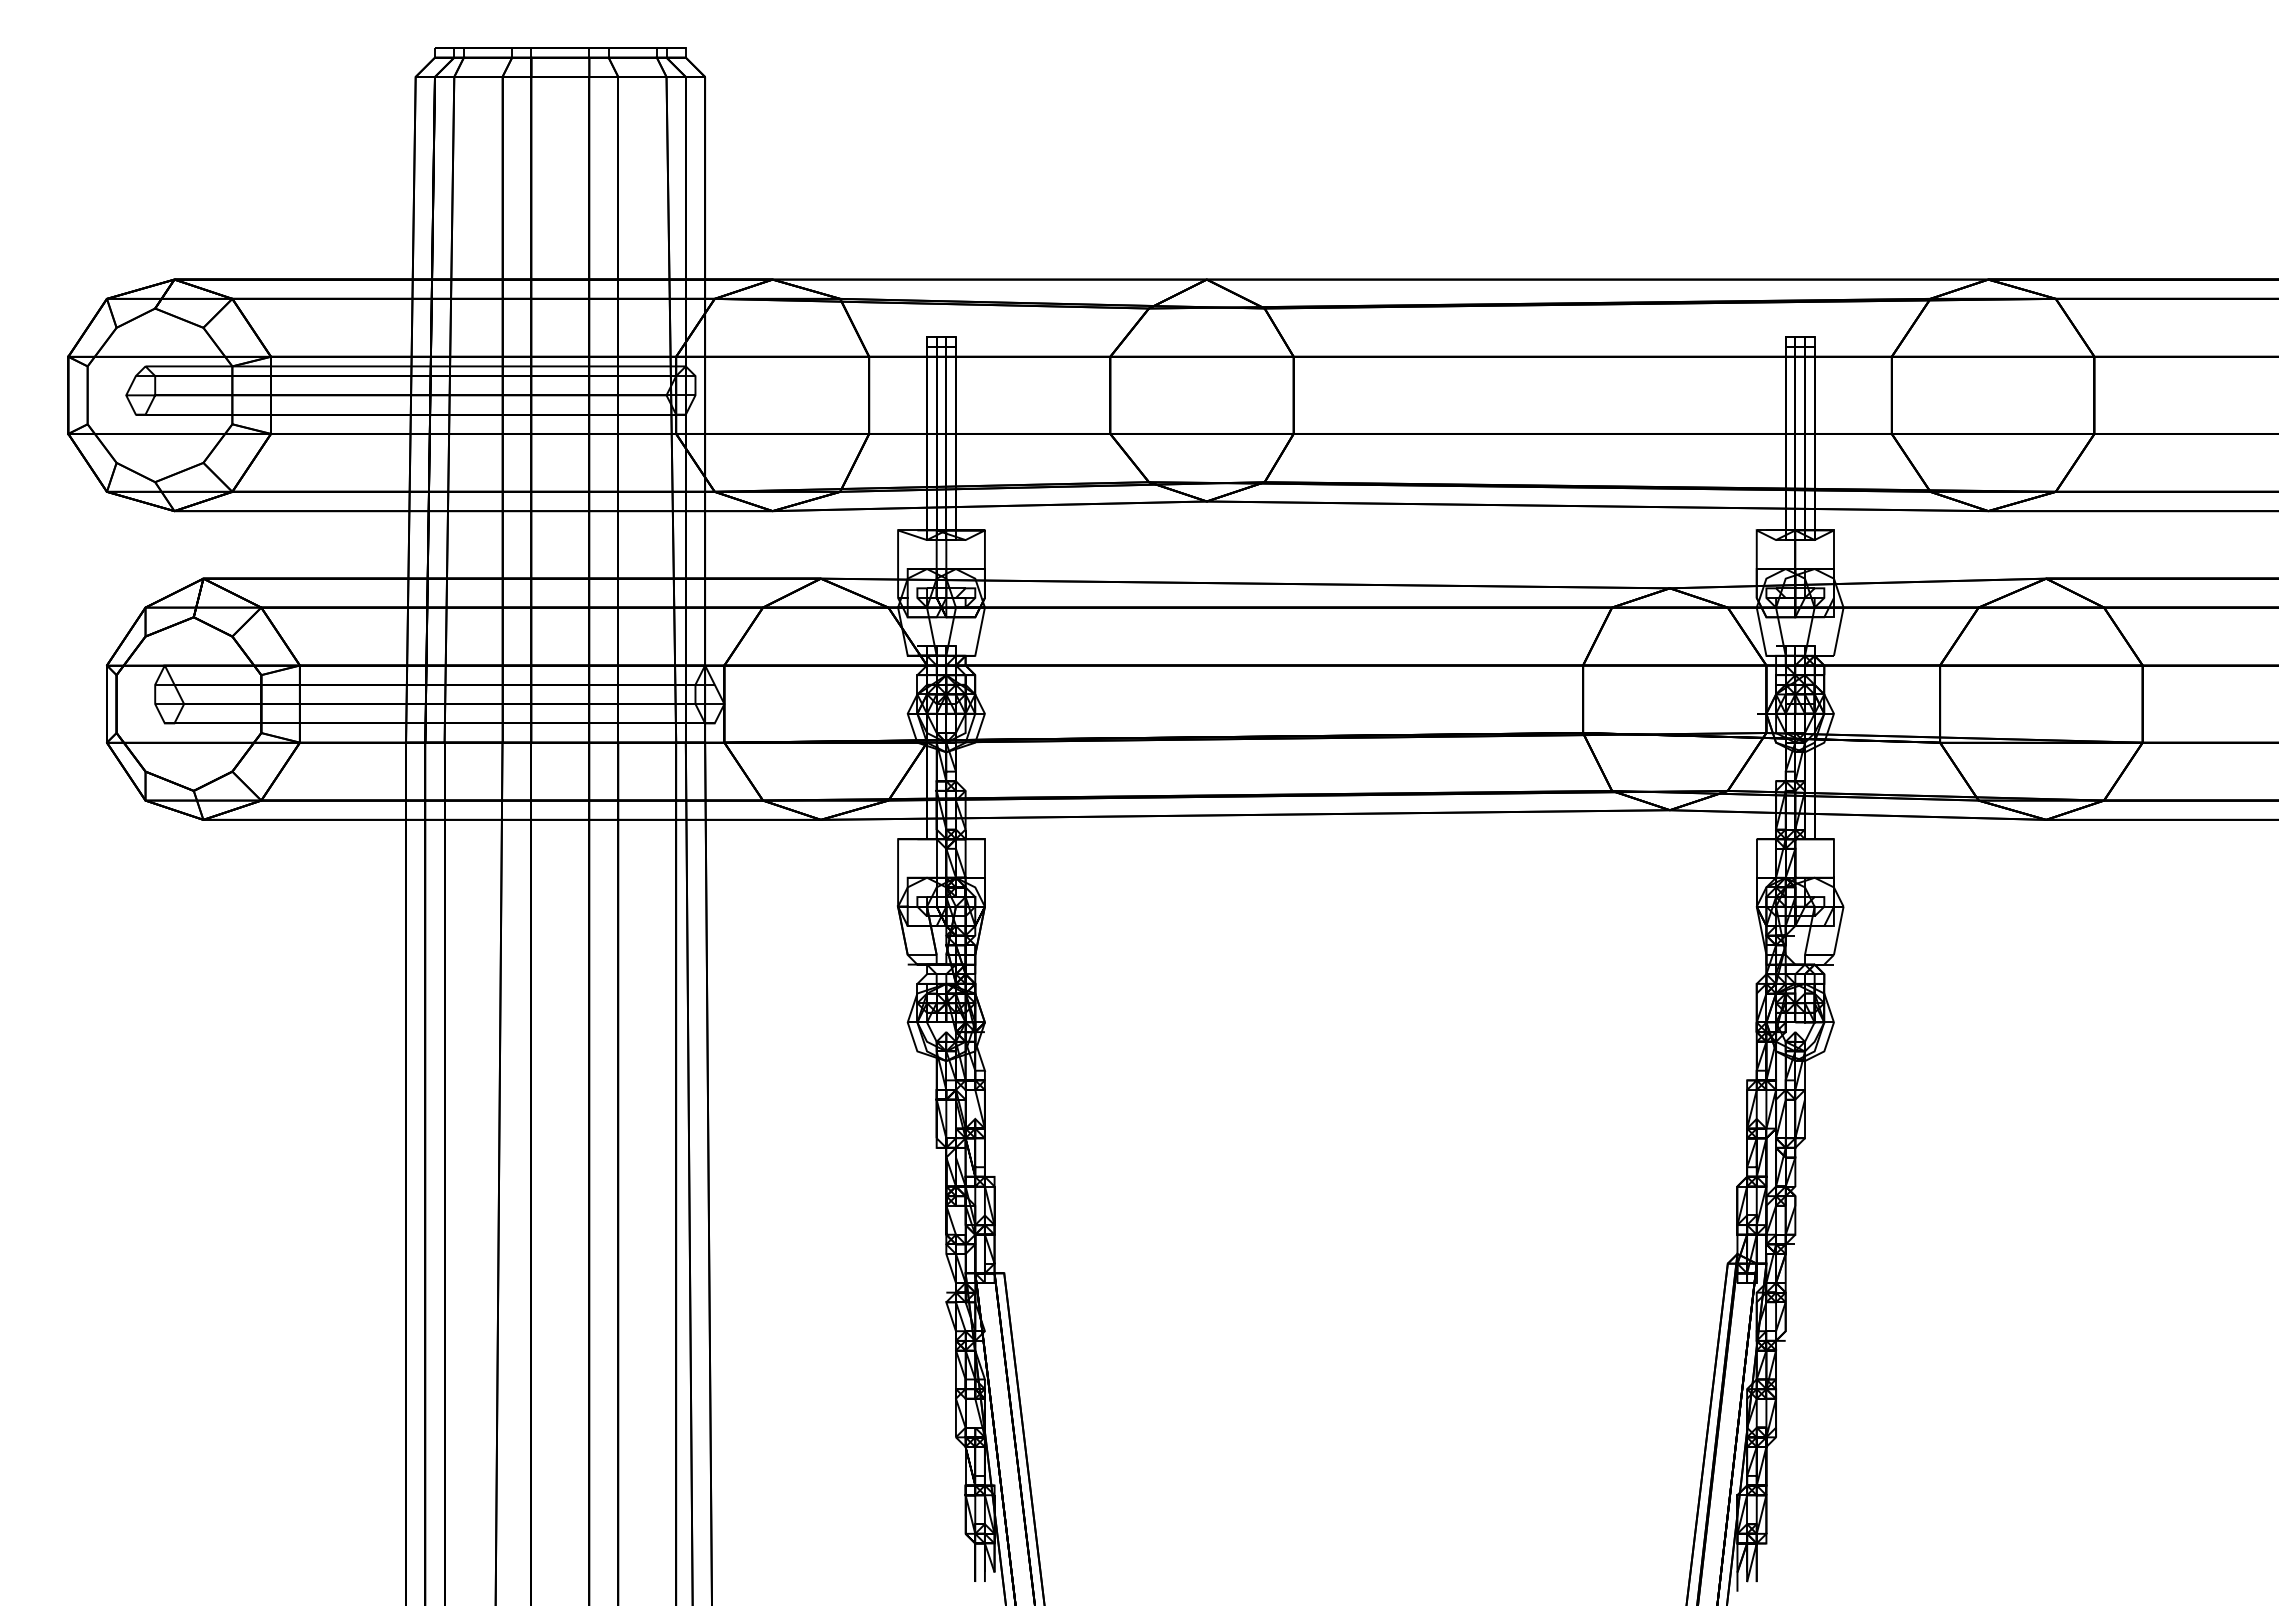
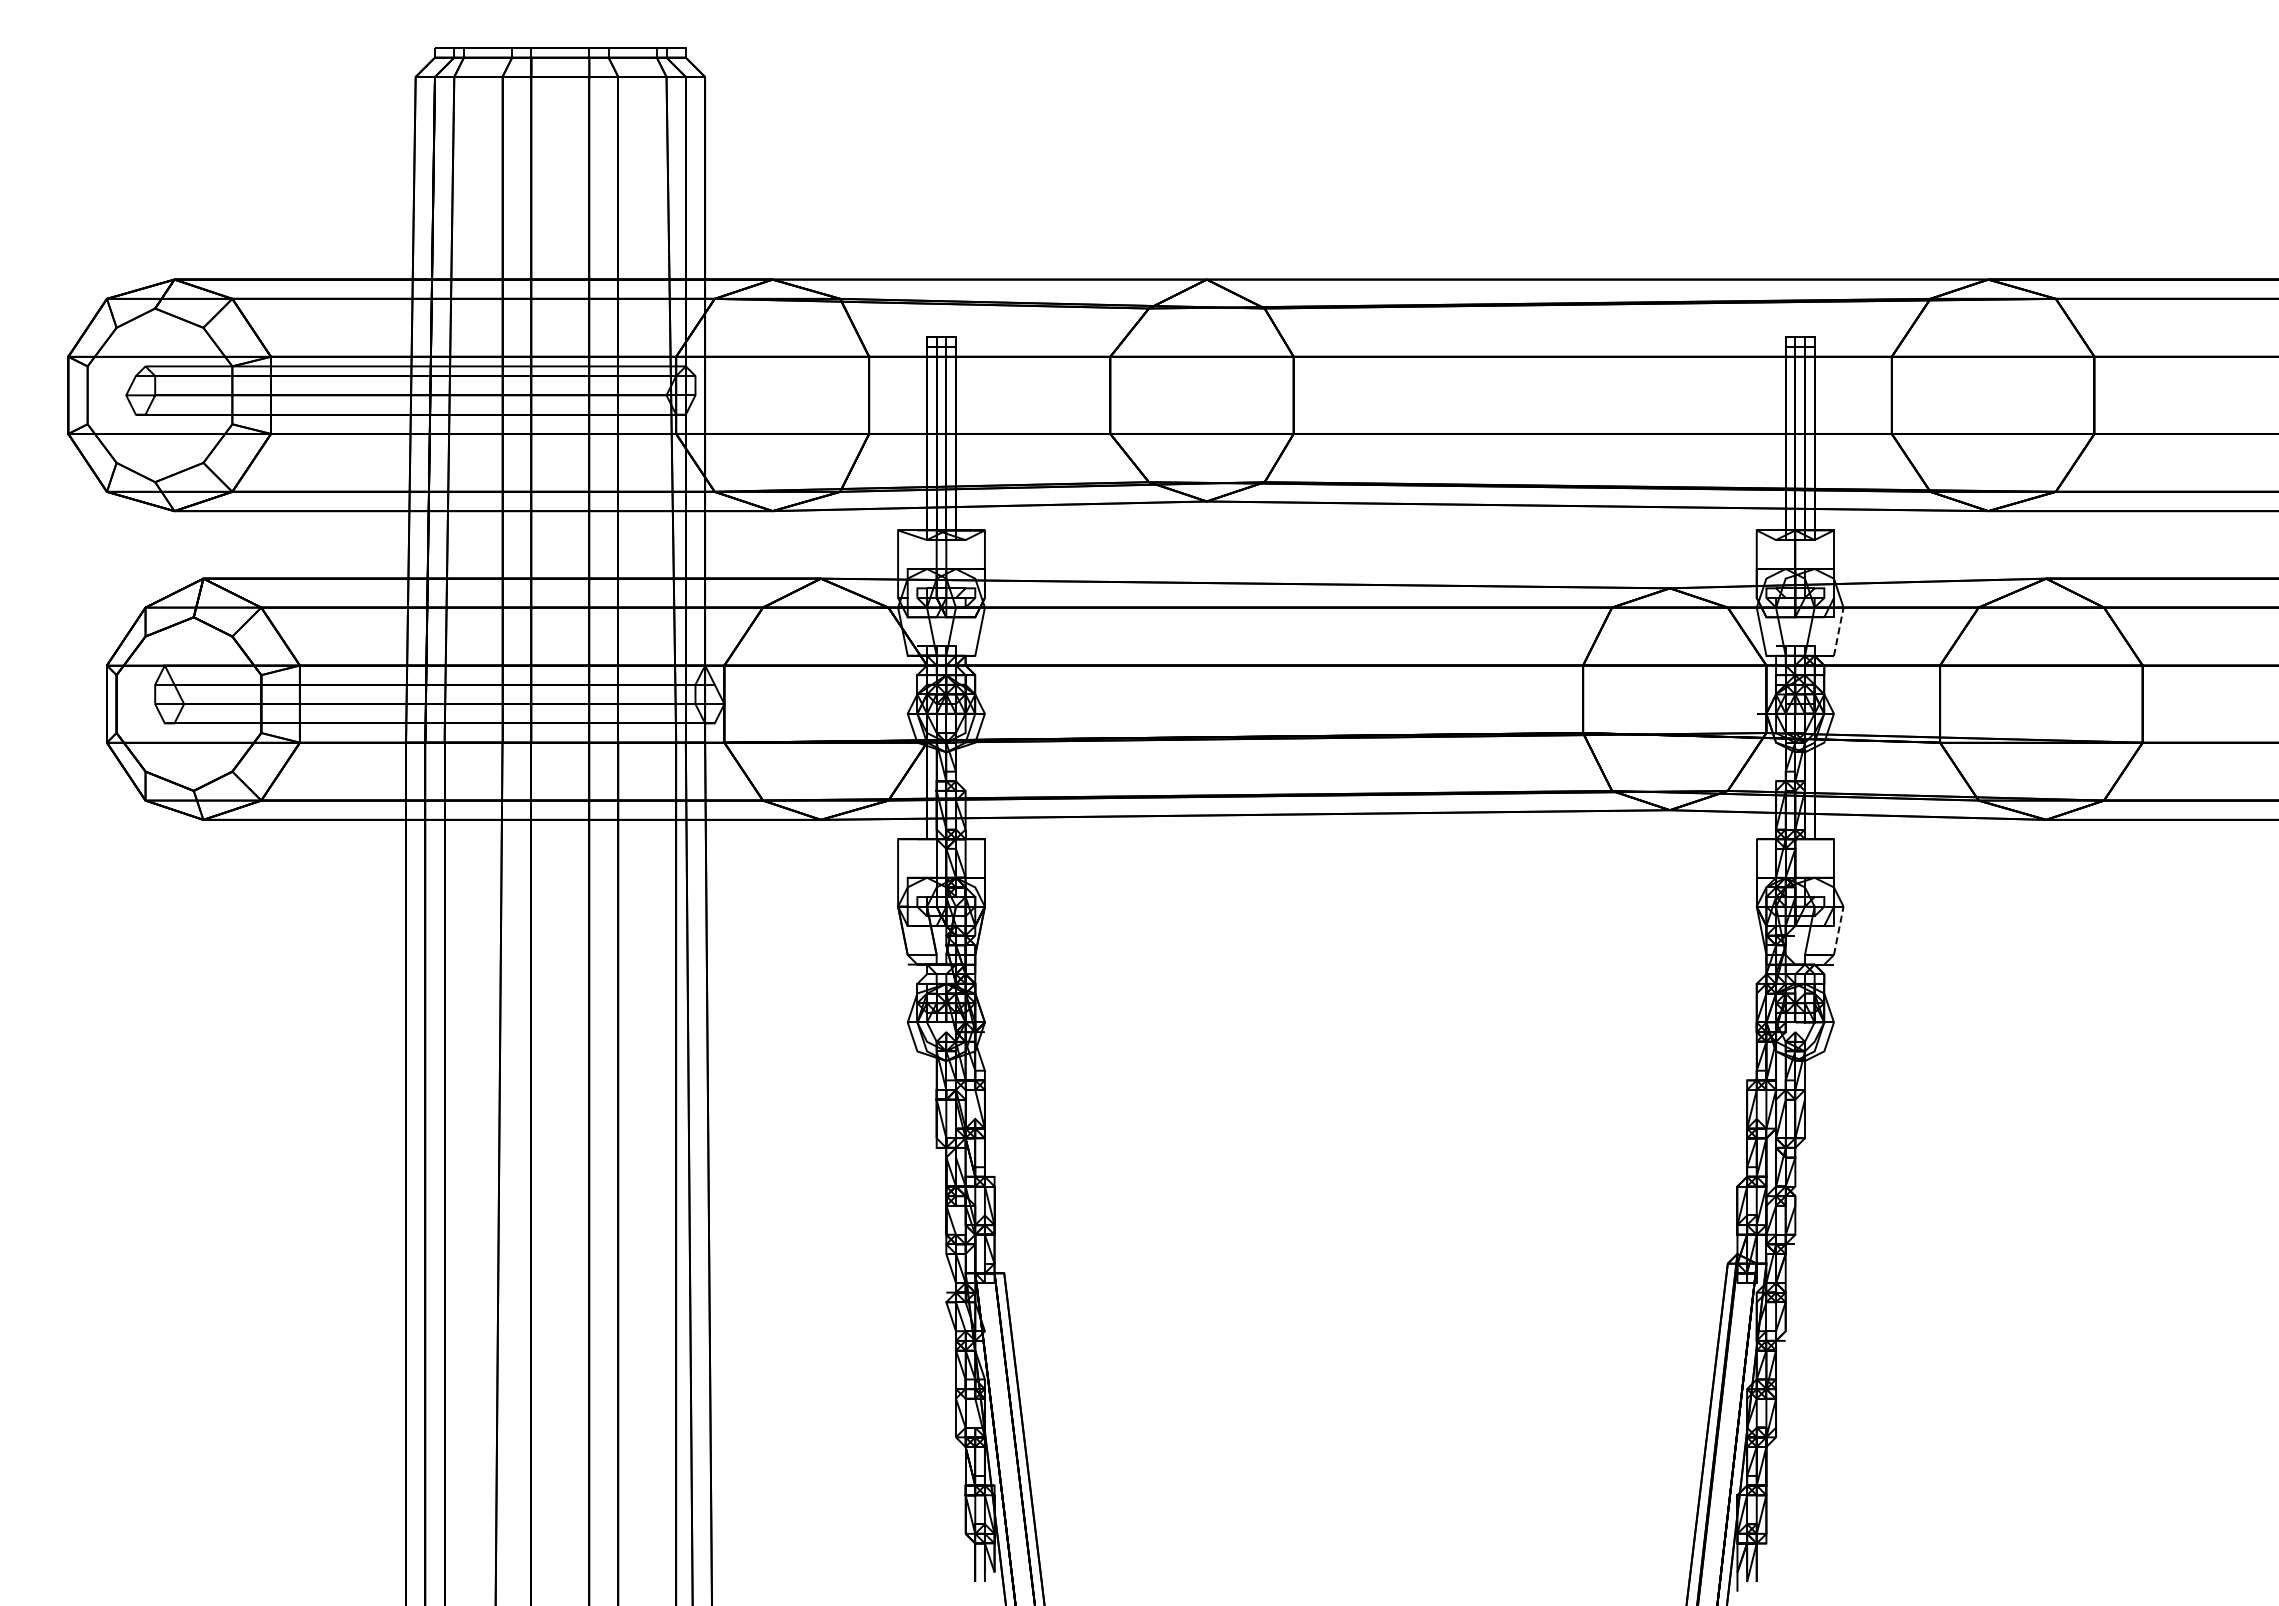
line at (1838, 631): solid -> dashed
line at (1838, 930): solid -> dashed
